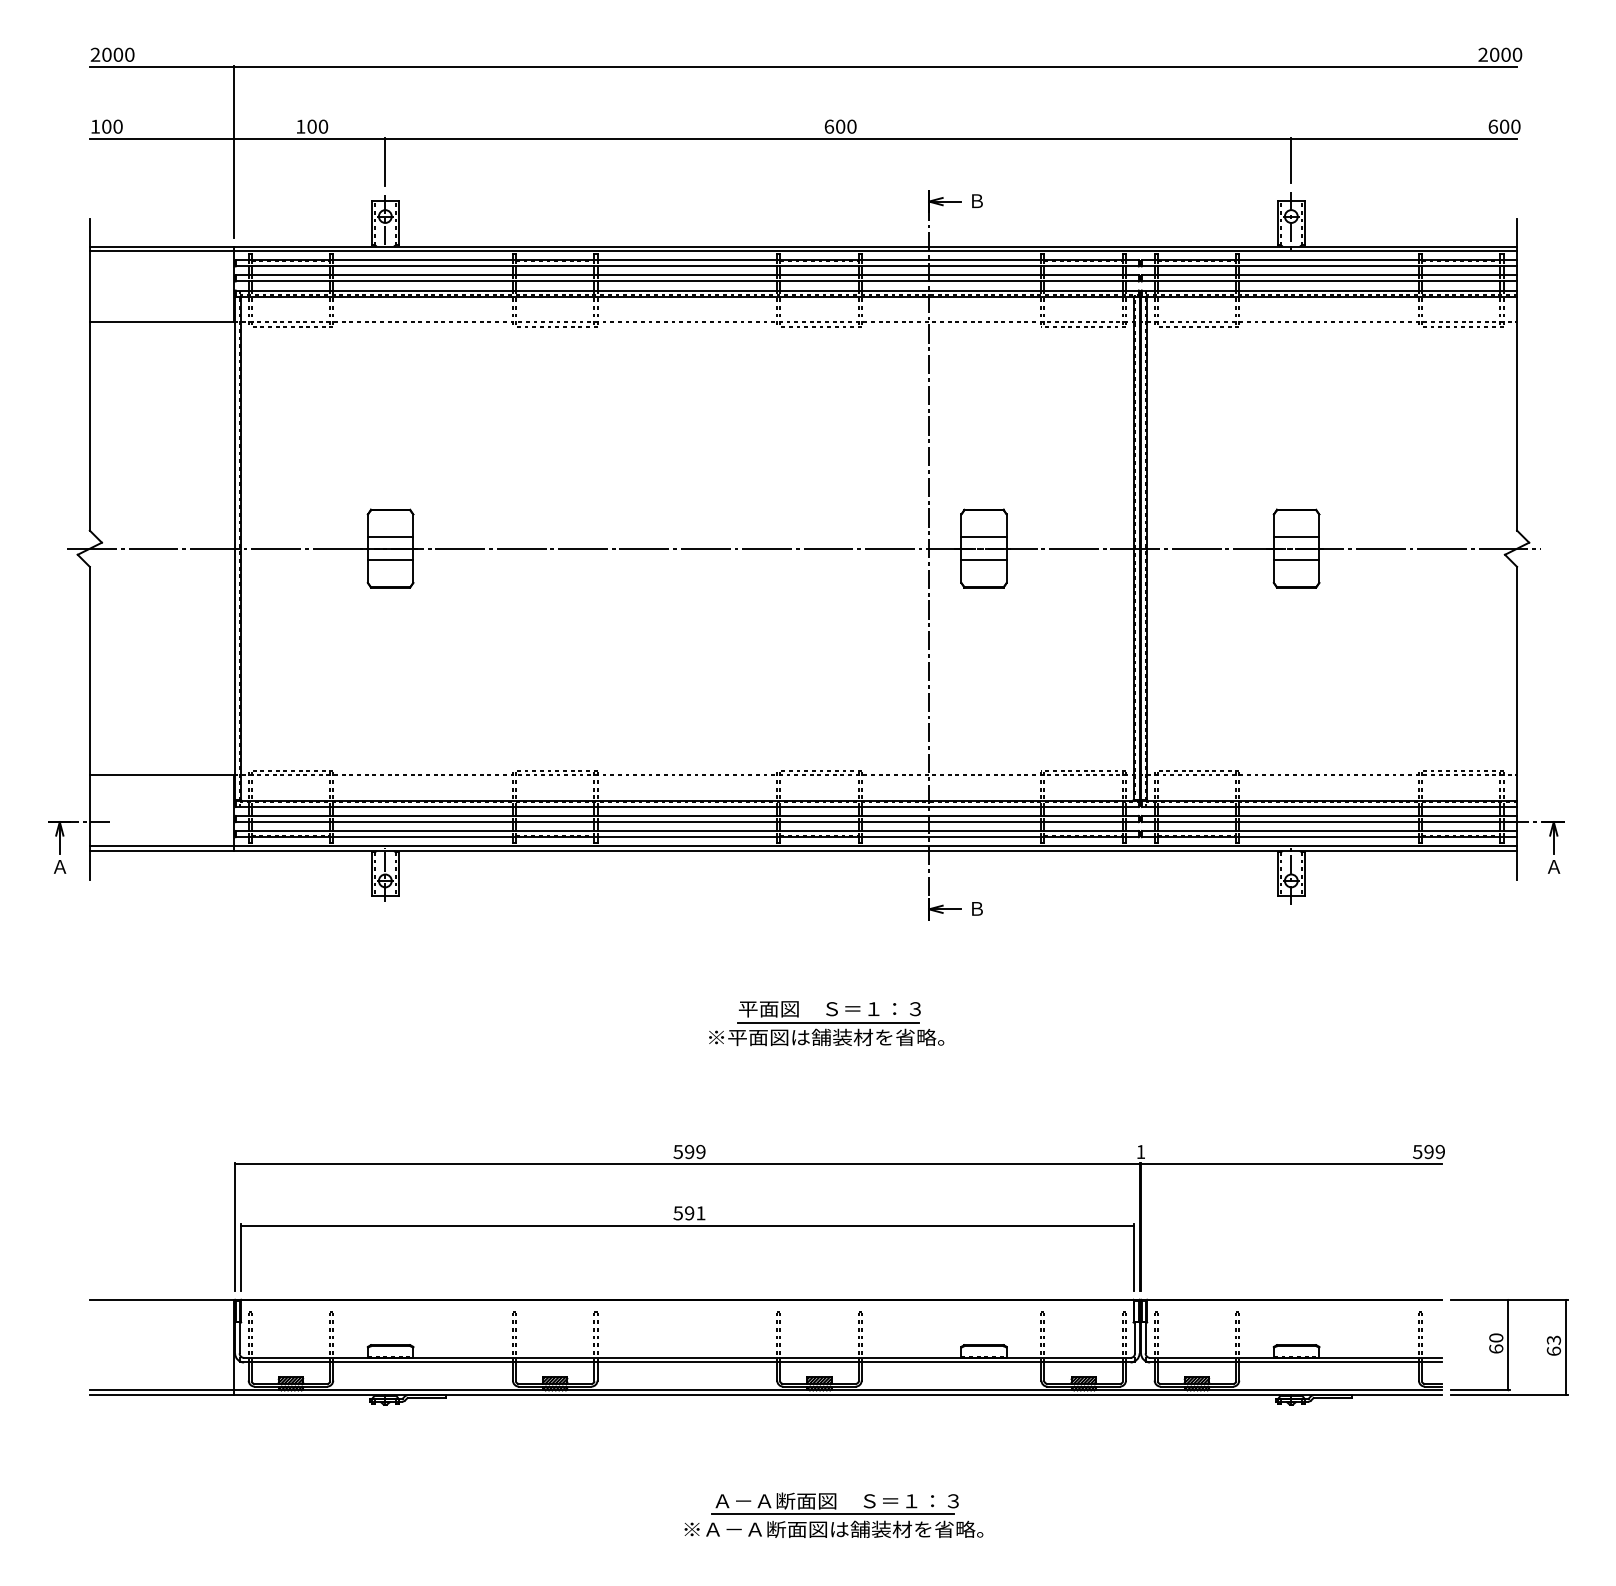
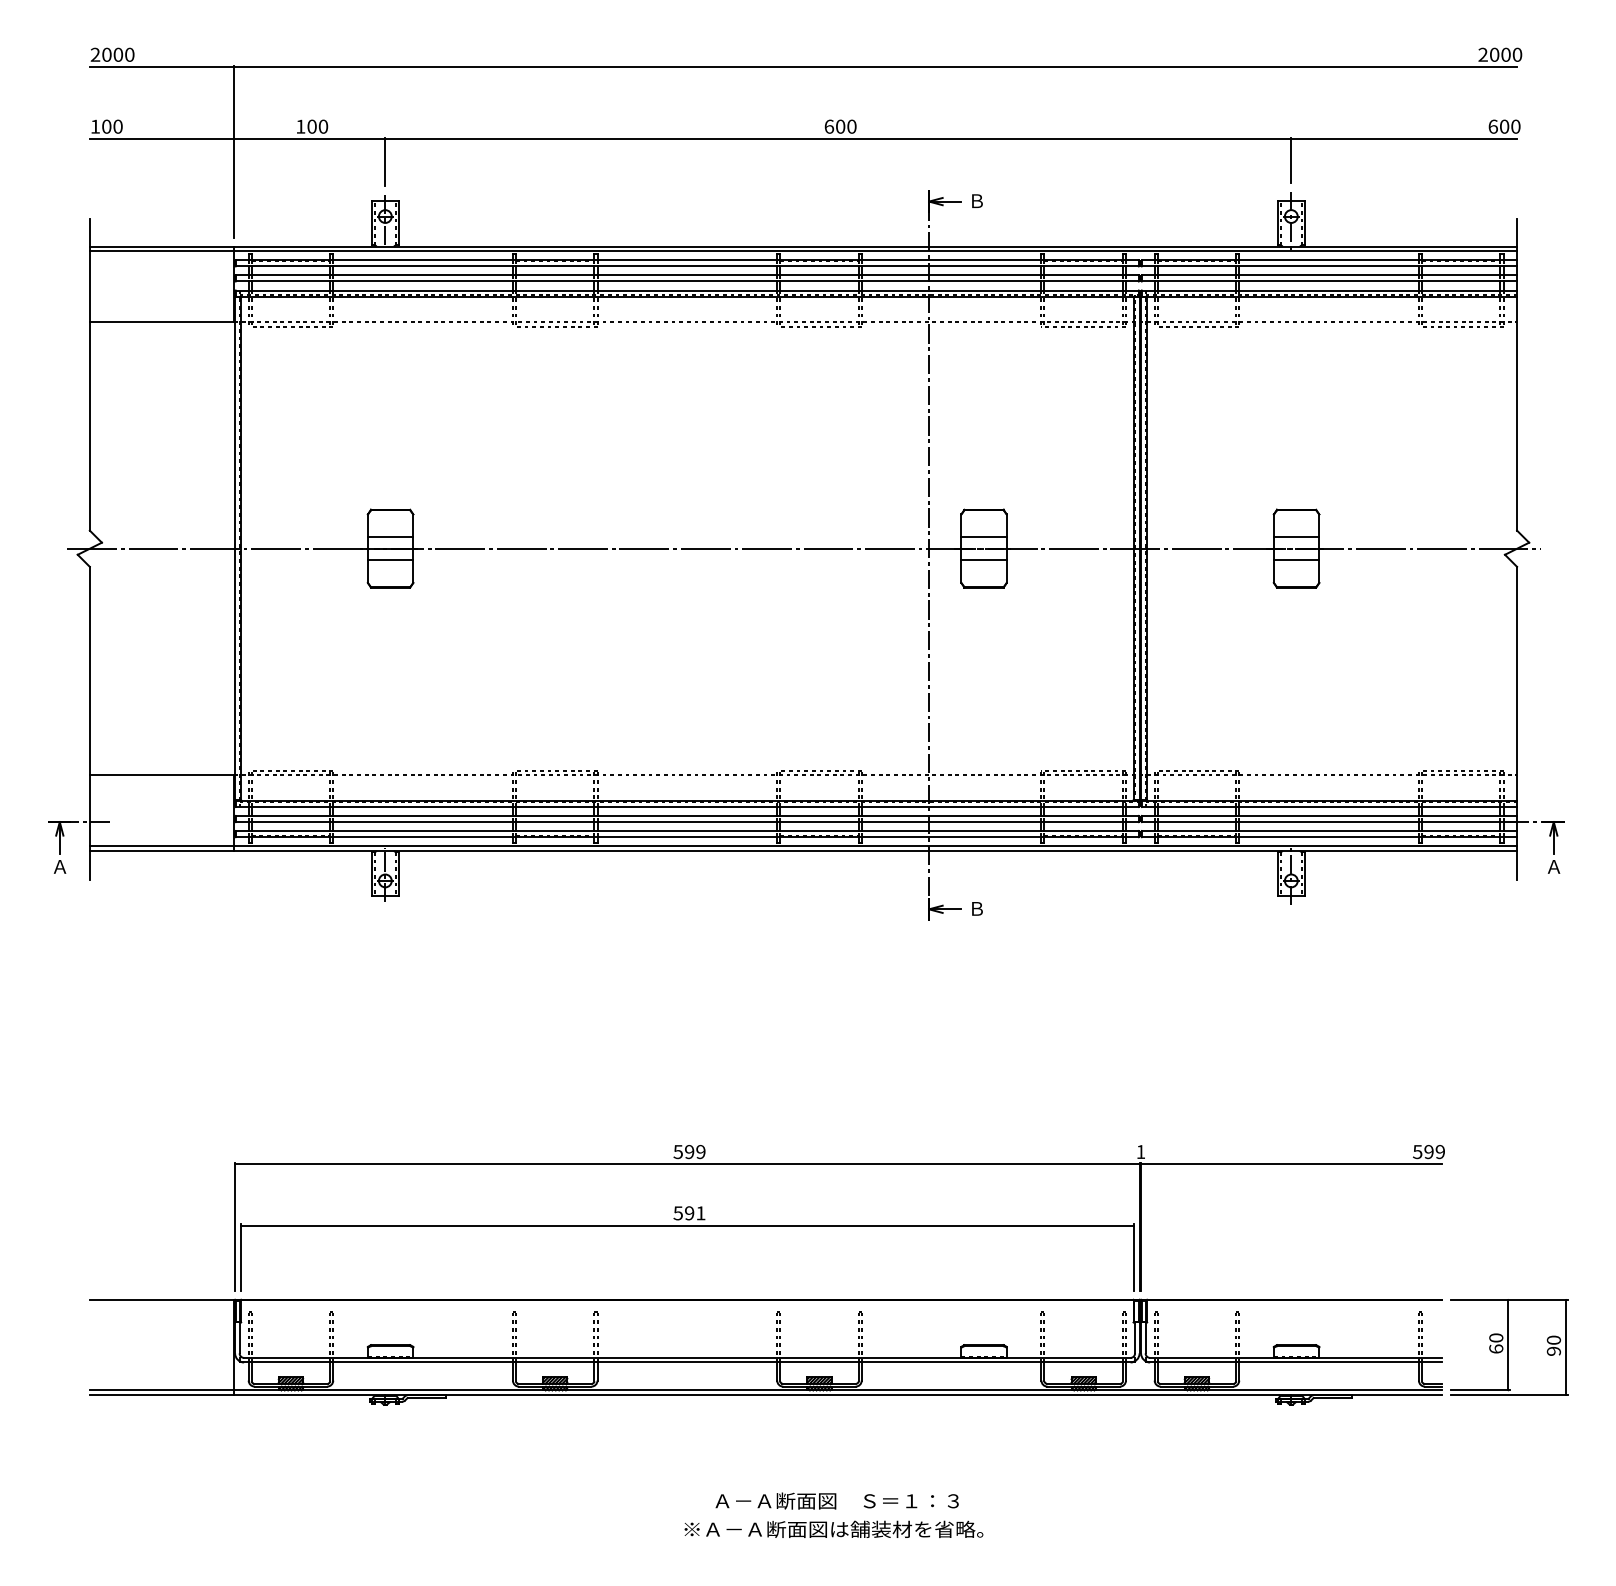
part at (826, 1023): present -> none
text at (1553, 1345): 63 -> 90
line at (833, 1514): present -> none
